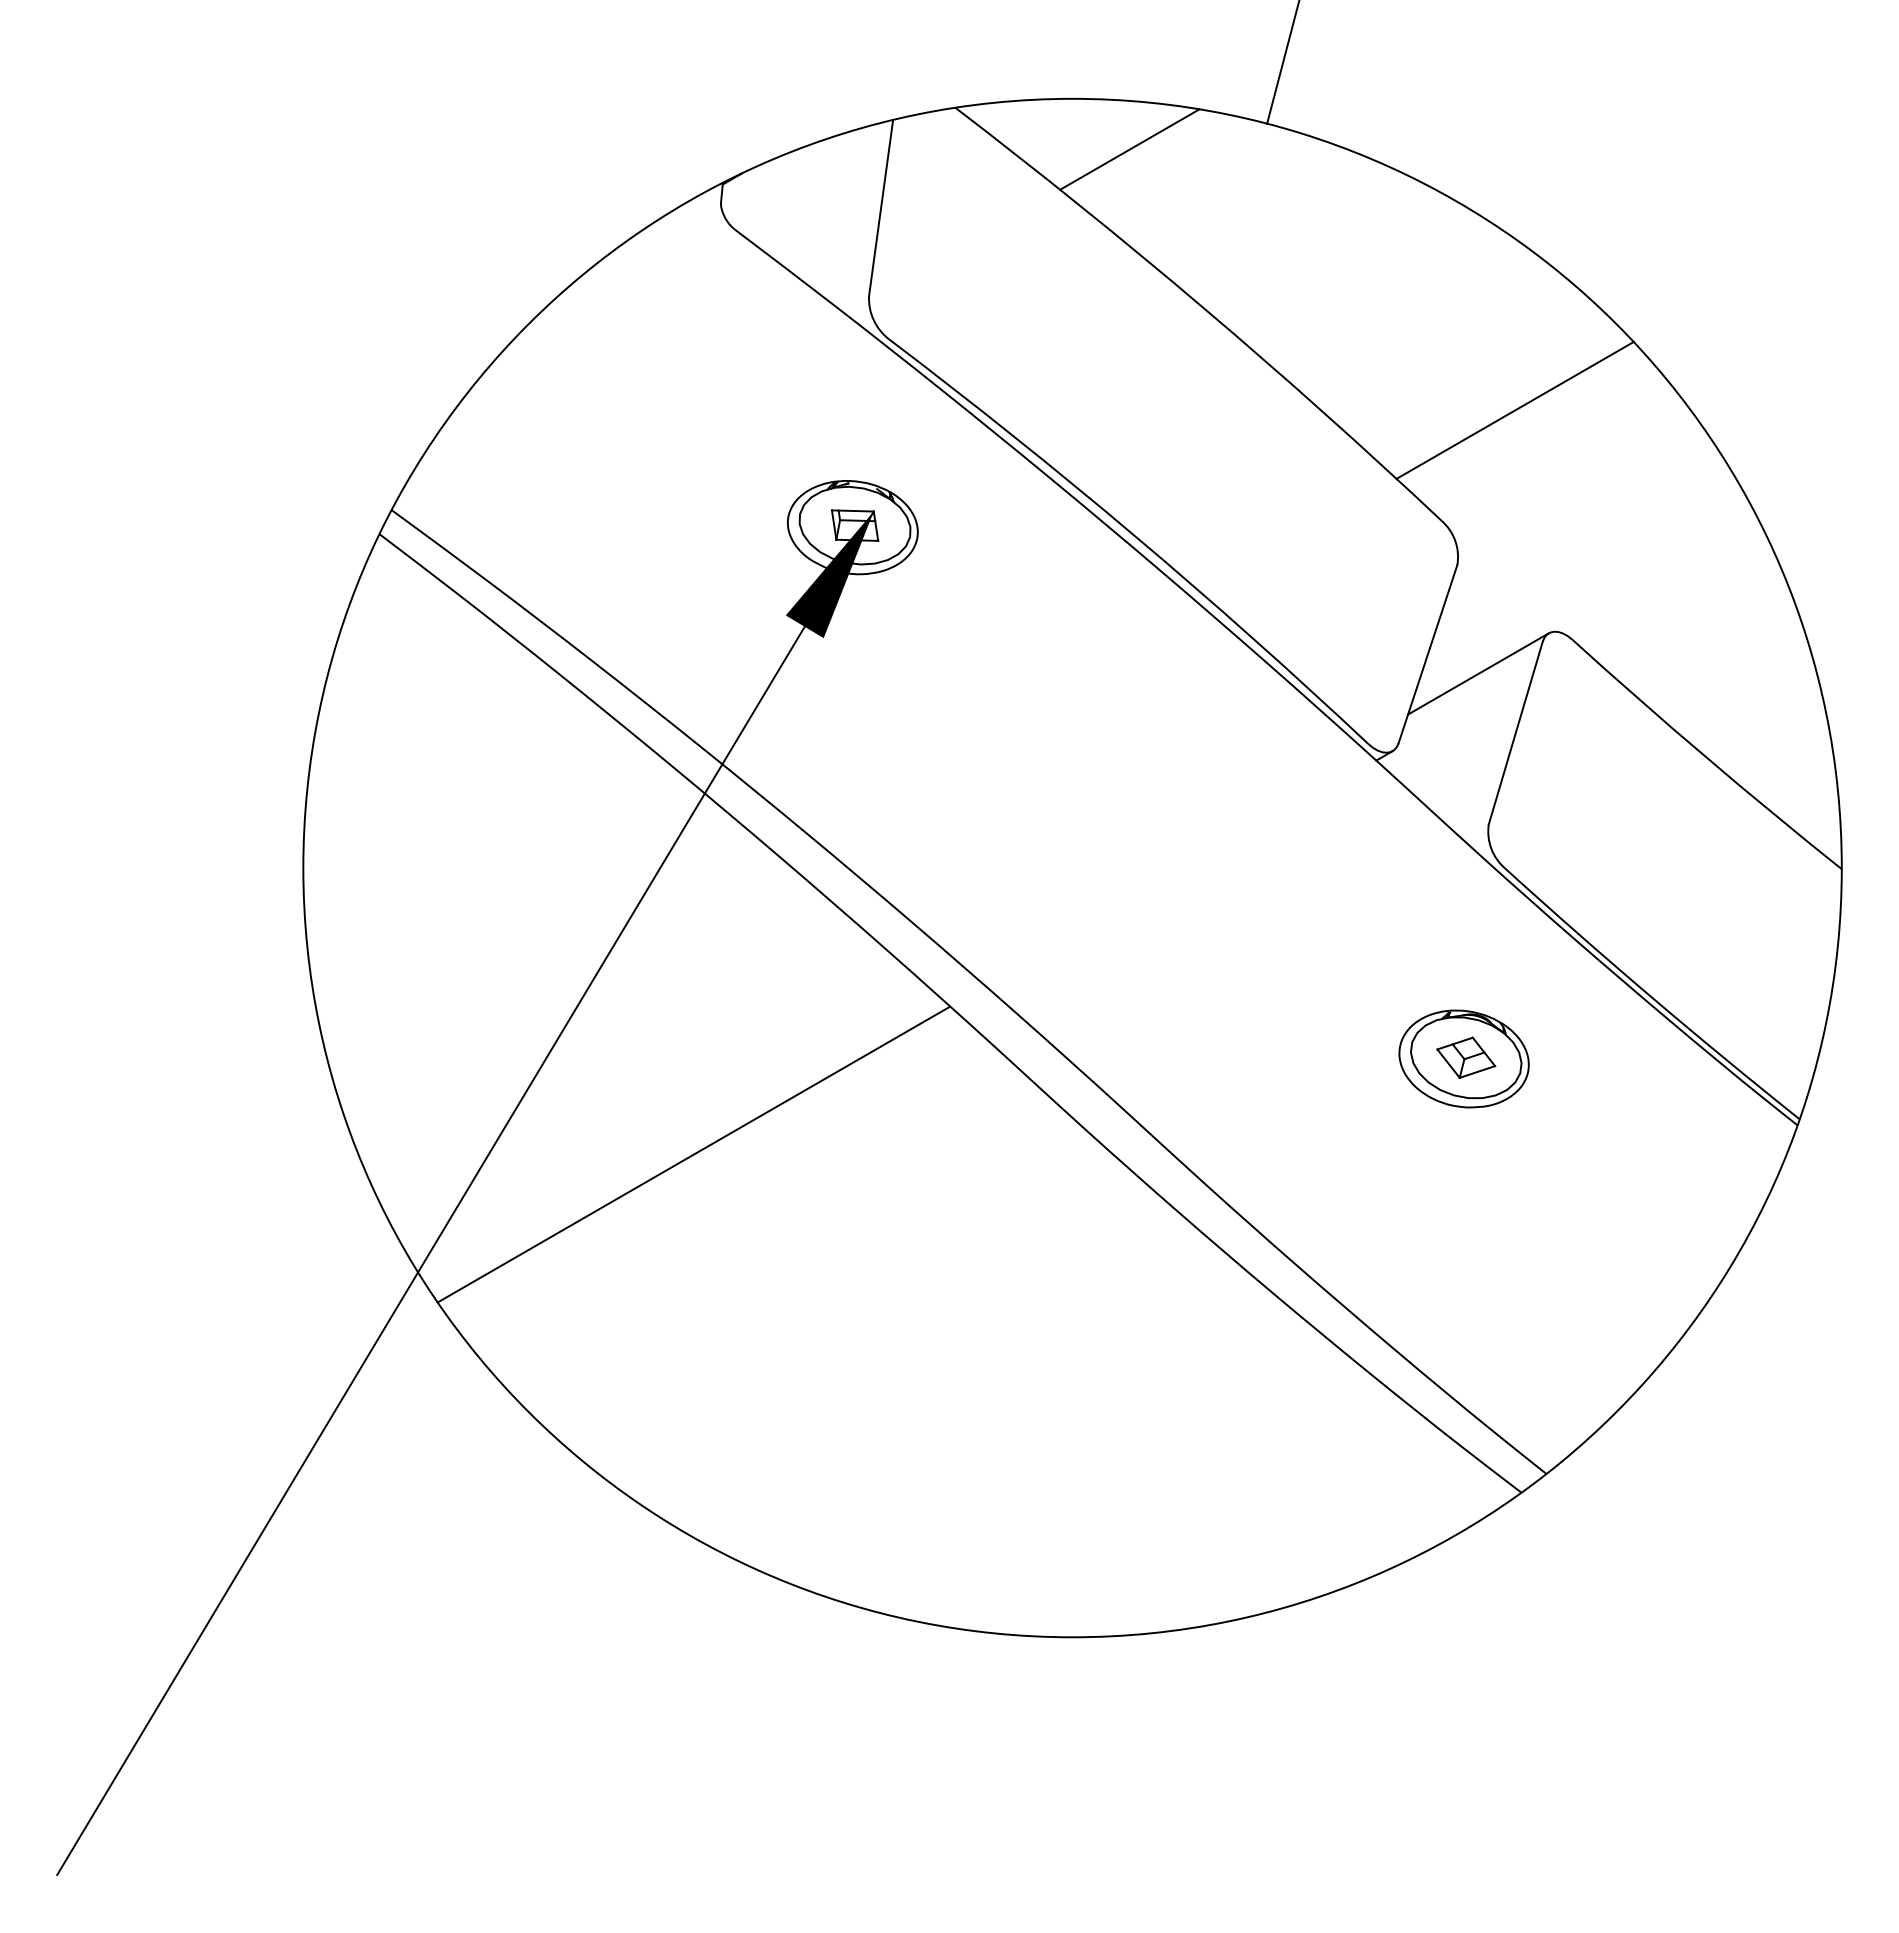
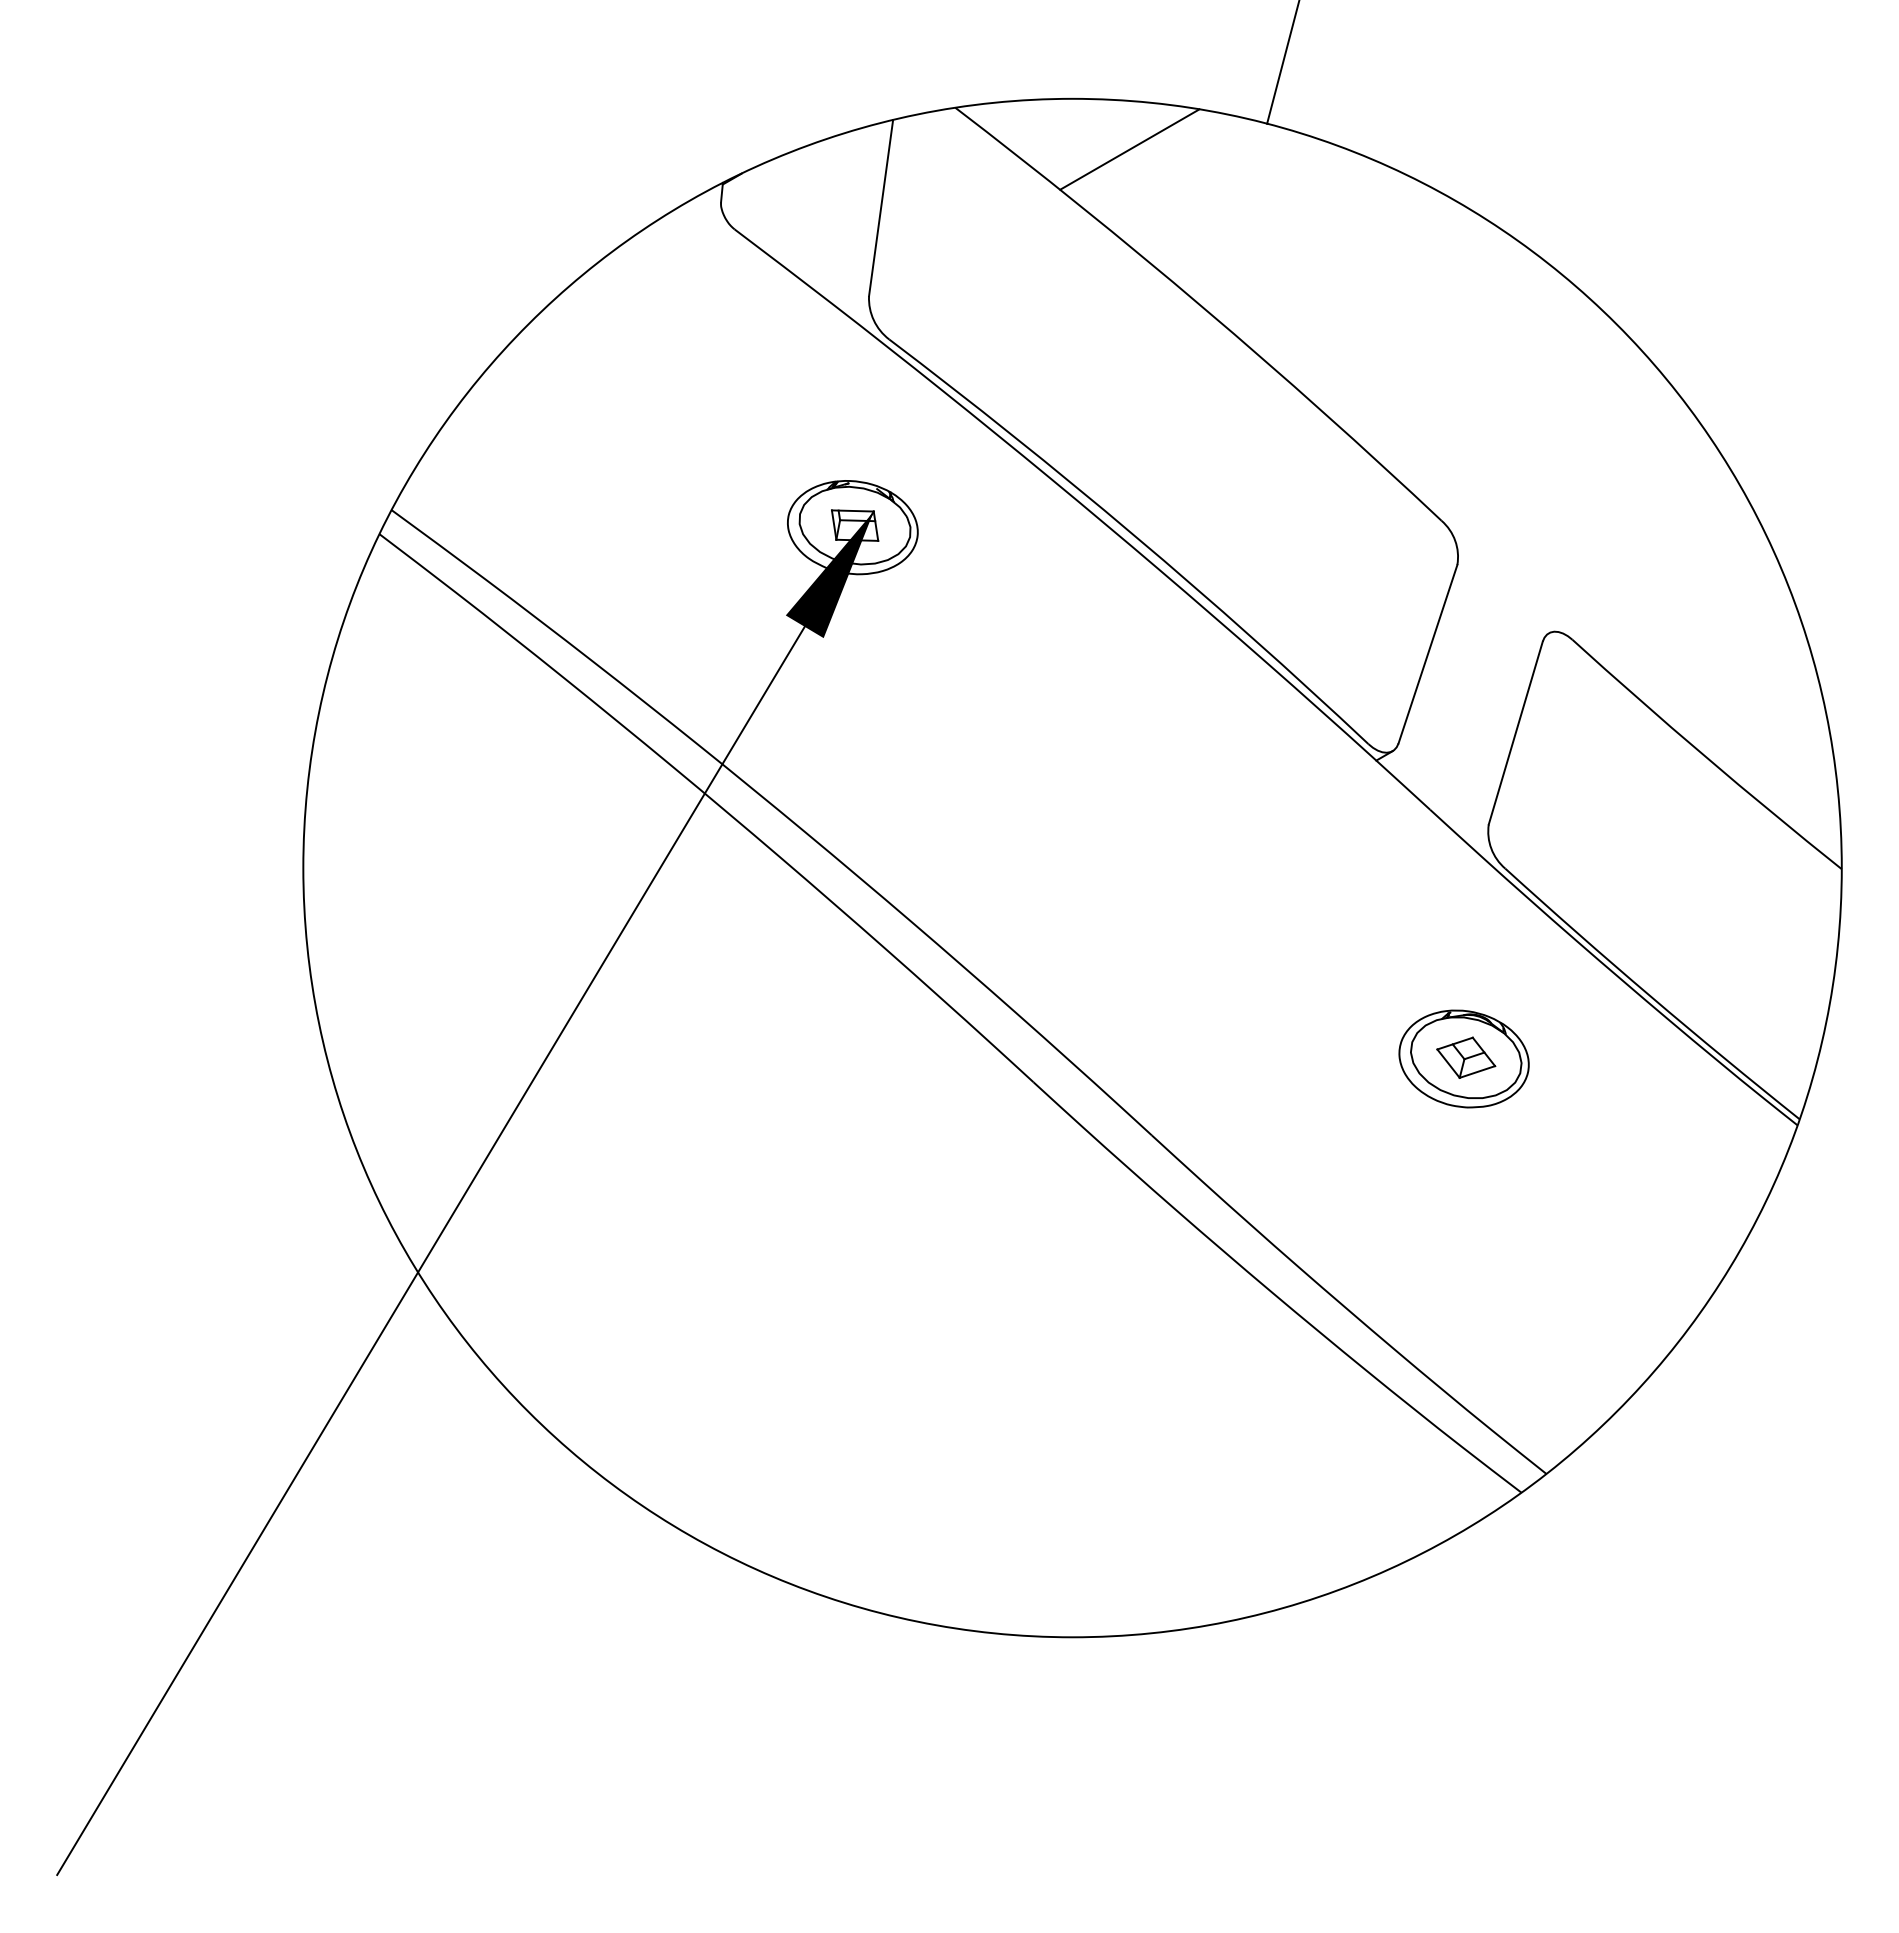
line at (1514, 409): present -> none
line at (1478, 673): present -> none
line at (693, 1154): present -> none
